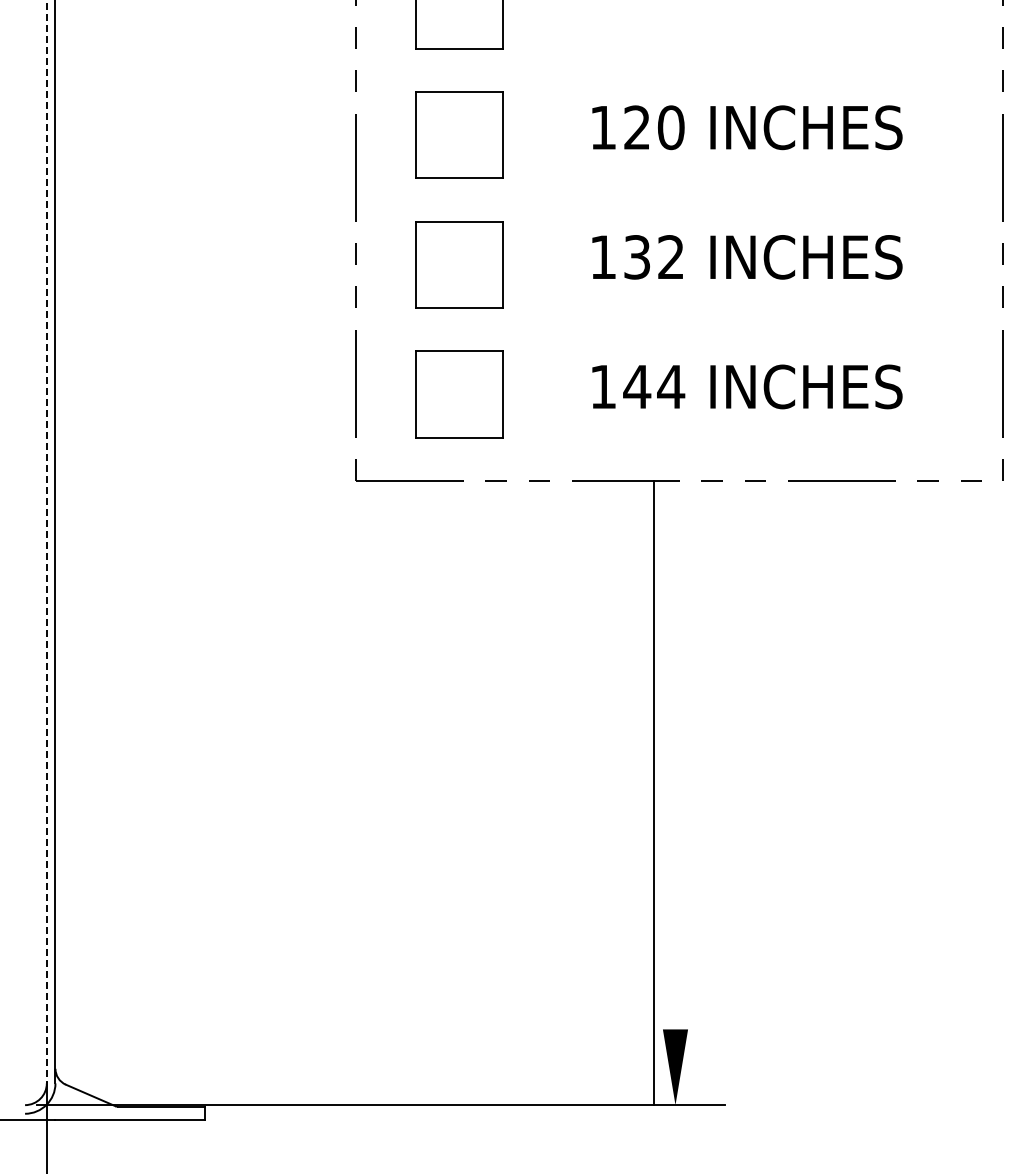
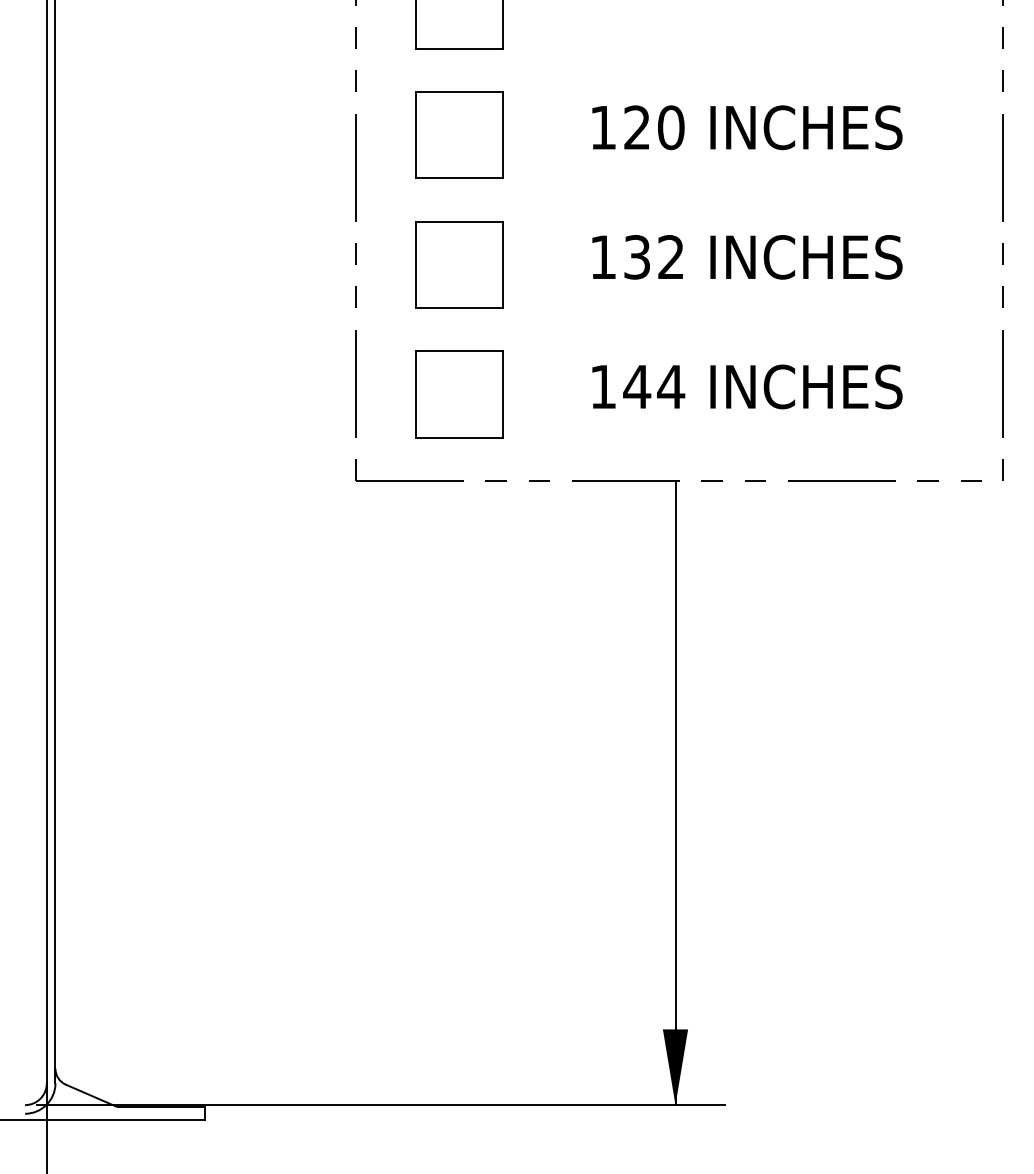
line at (46, 542): dashed -> solid
line at (653, 792) position: (653, 792) -> (675, 792)
